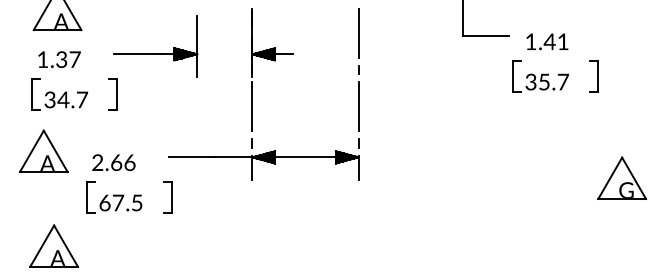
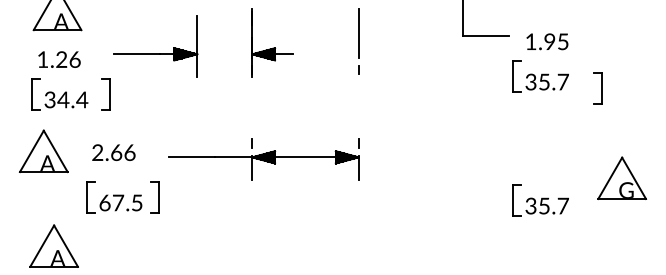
text at (555, 41): 1.41 -> 1.95
text at (68, 59): 1.37 -> 1.26
part at (593, 76) position: (593, 76) -> (597, 88)
part at (112, 94) position: (112, 94) -> (105, 94)
text at (82, 99): 34.7 -> 34.4
line at (252, 106): present -> none
line at (358, 106): present -> none
text at (113, 162) position: (113, 162) -> (113, 152)
part at (167, 197) position: (167, 197) -> (154, 197)
part at (540, 200): none -> present
